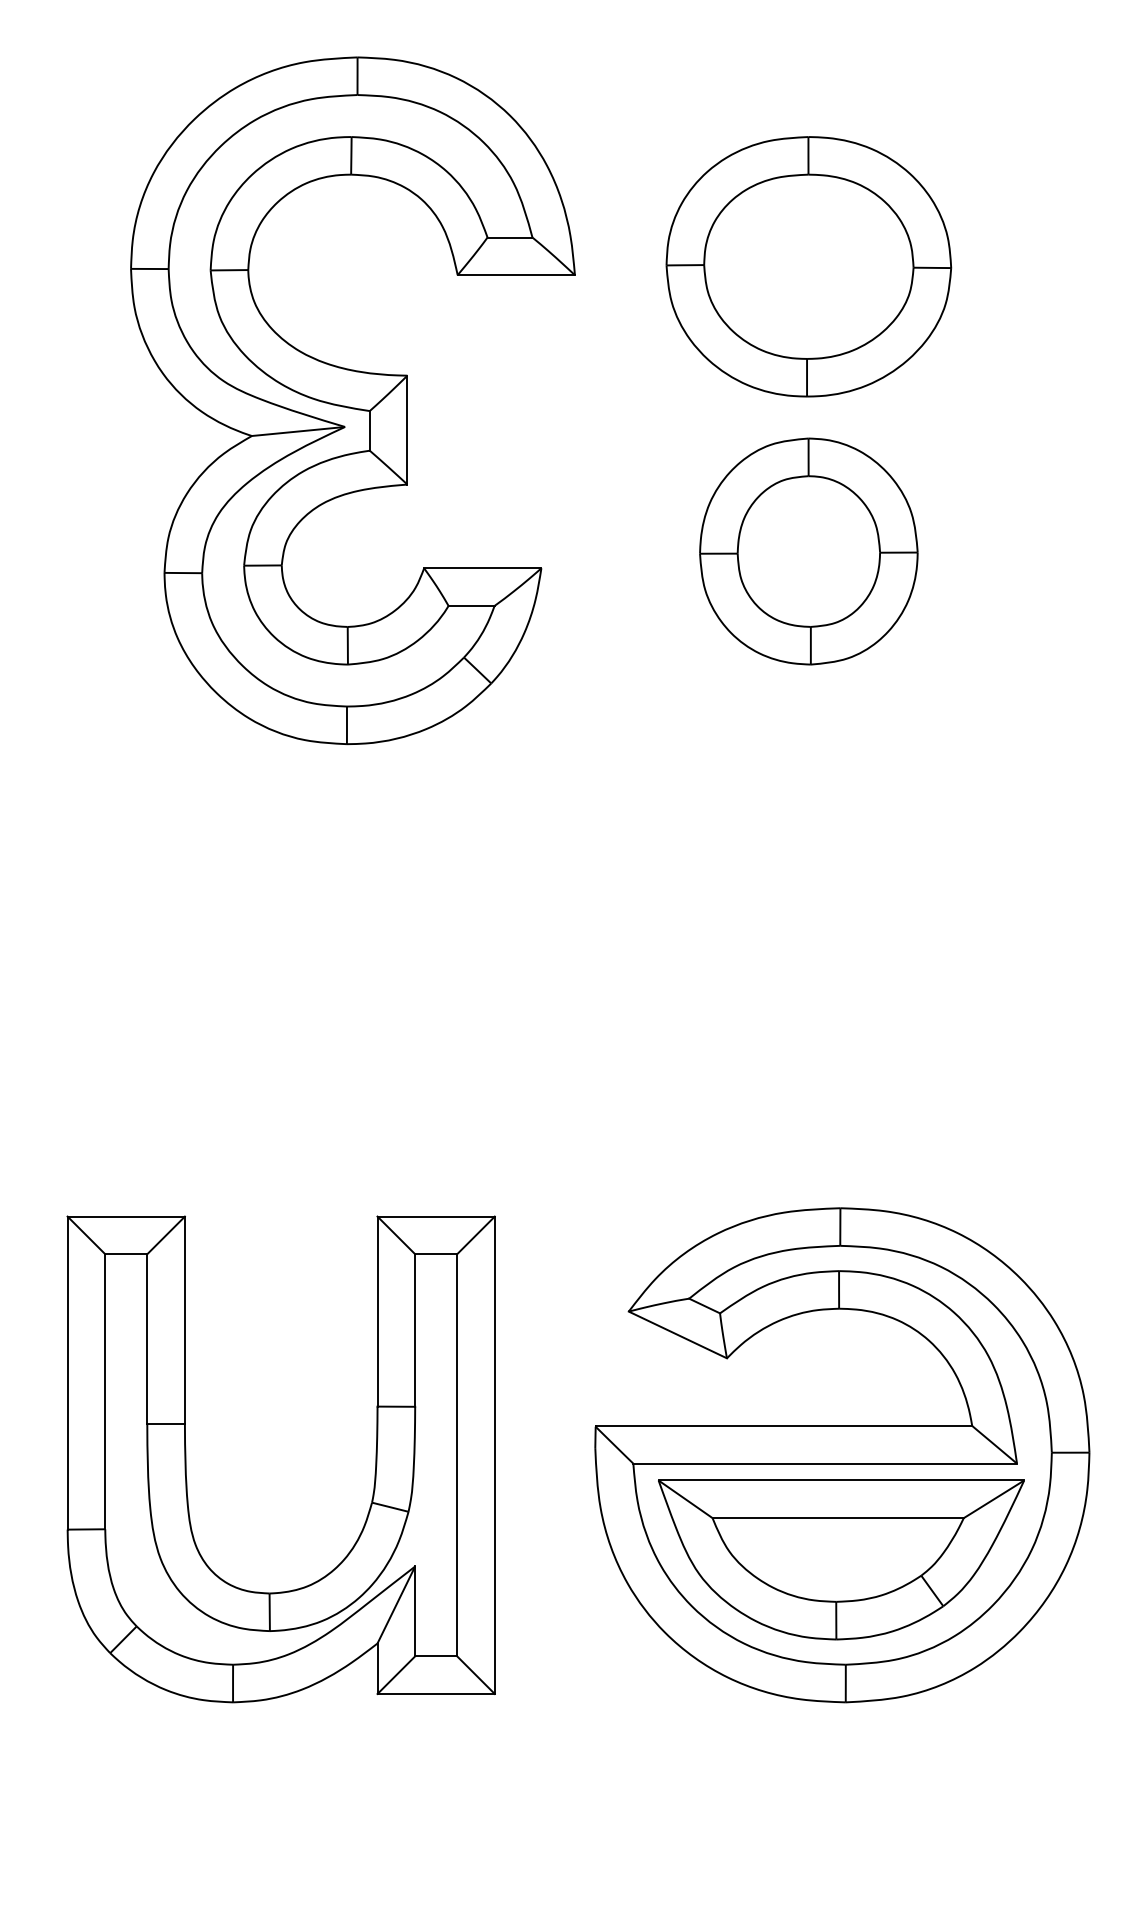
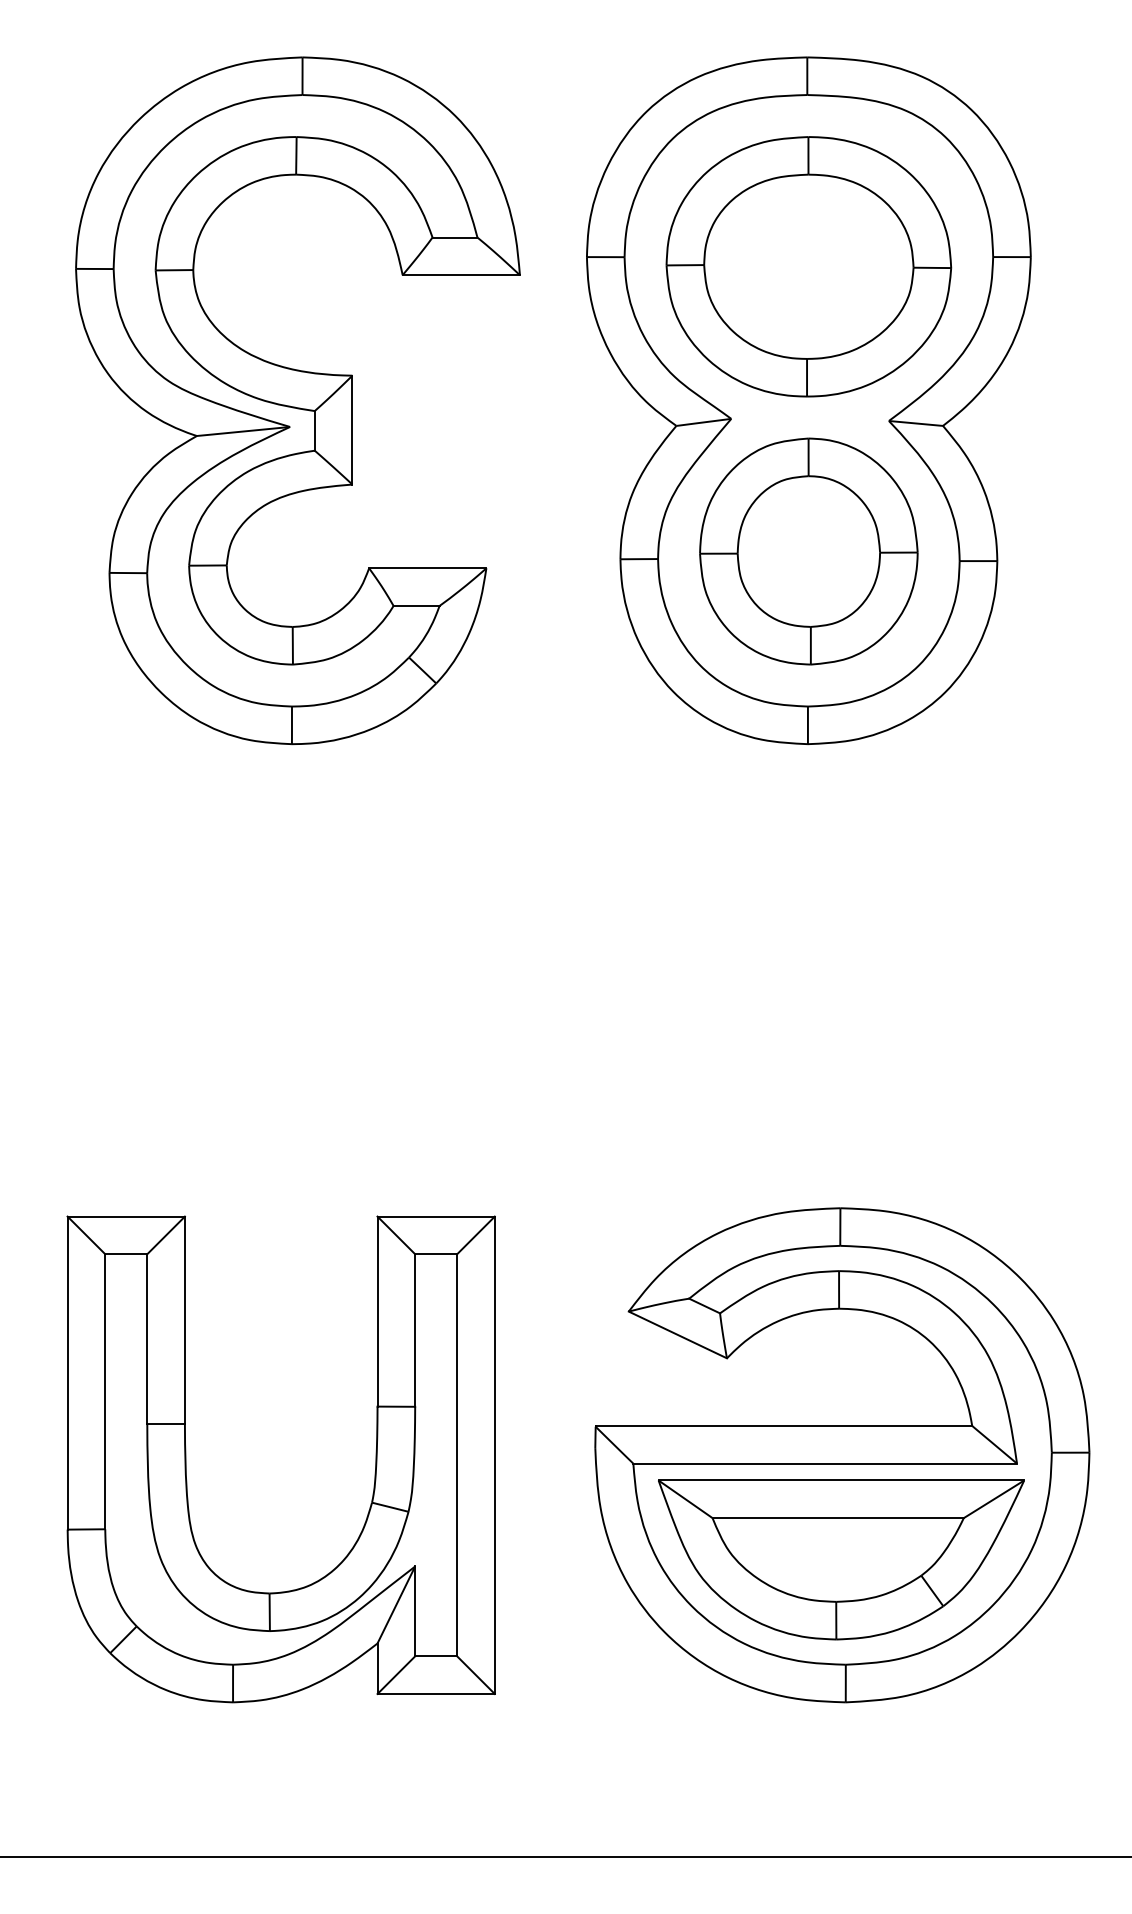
part at (352, 400) position: (352, 400) -> (297, 400)
part at (808, 400): none -> present
line at (565, 1856): none -> present
